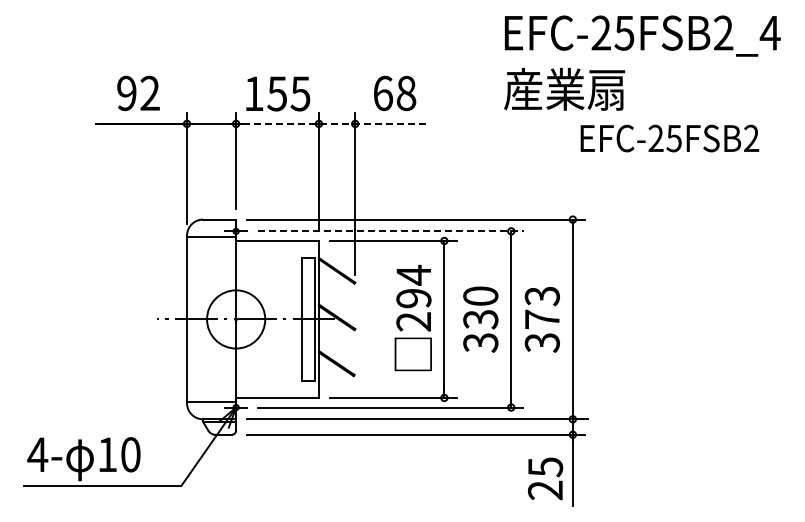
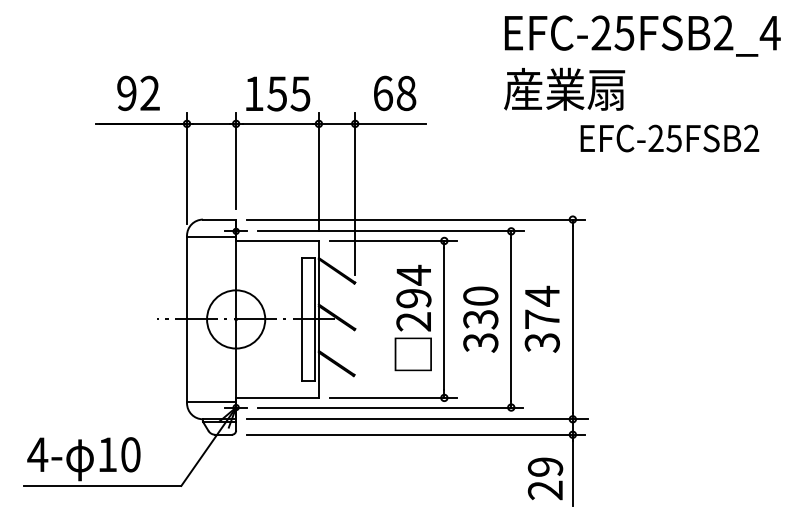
line at (334, 123): dashed -> solid
line at (391, 231): dashed -> solid
text at (541, 295): 373 -> 374
text at (545, 467): 25 -> 29
